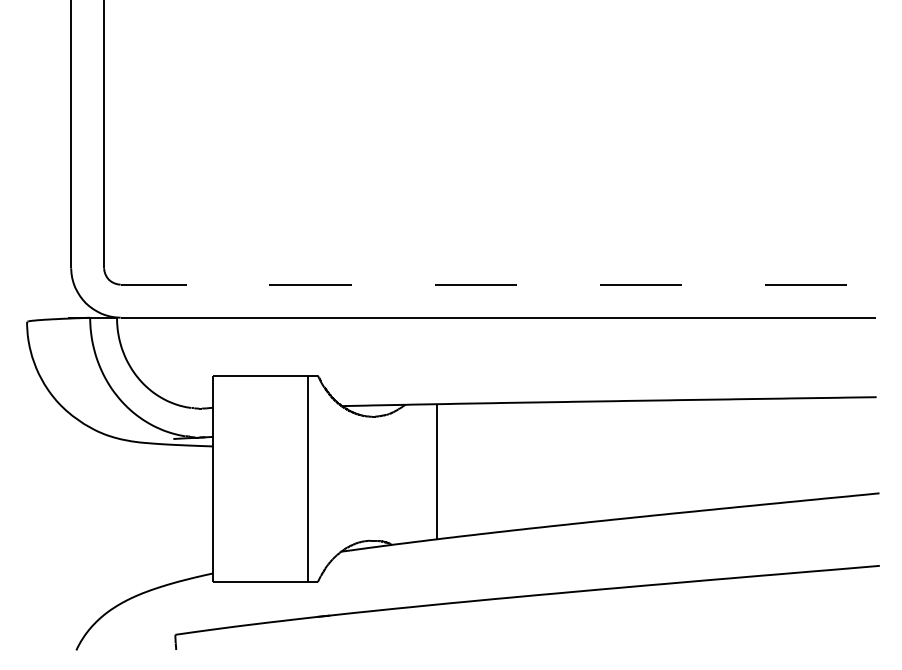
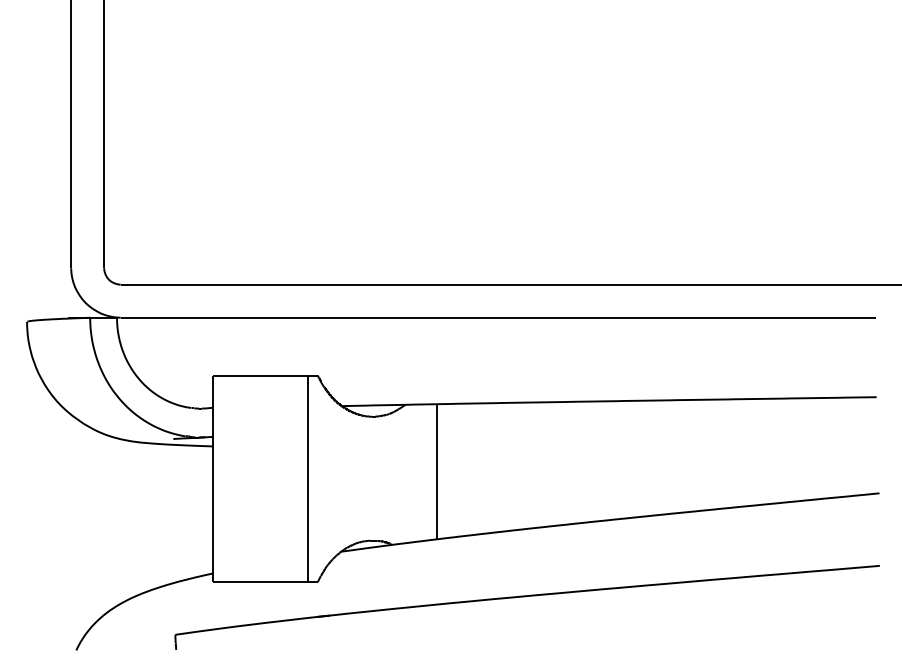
line at (510, 284): dashed -> solid
